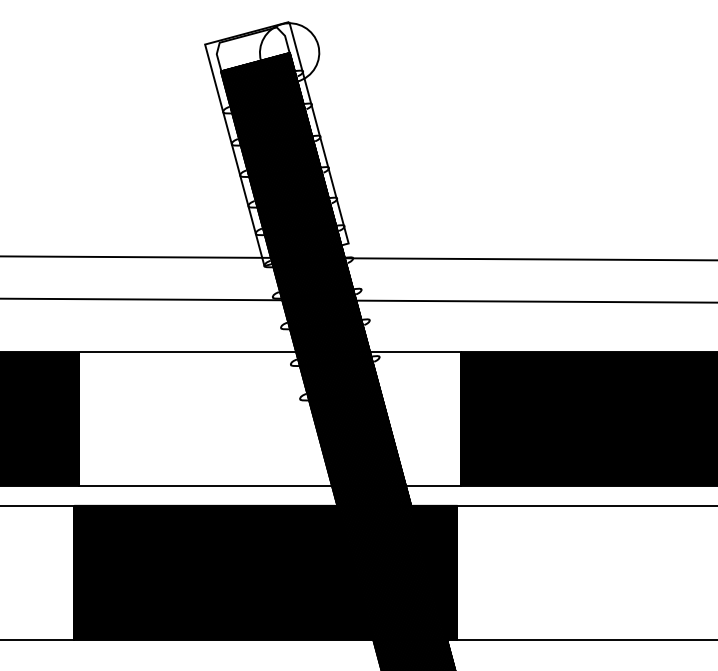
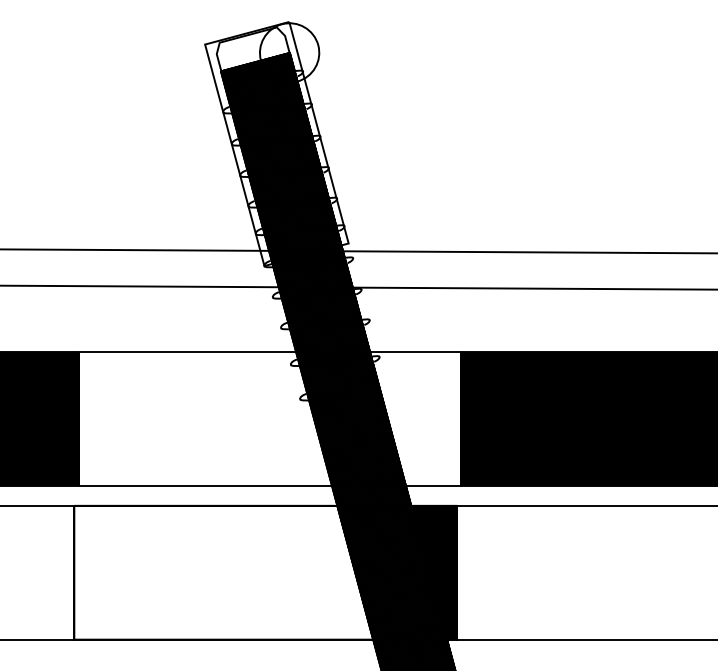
line at (358, 258) position: (358, 258) -> (358, 251)
line at (358, 300) position: (358, 300) -> (358, 287)
fill at (223, 572): present -> none
